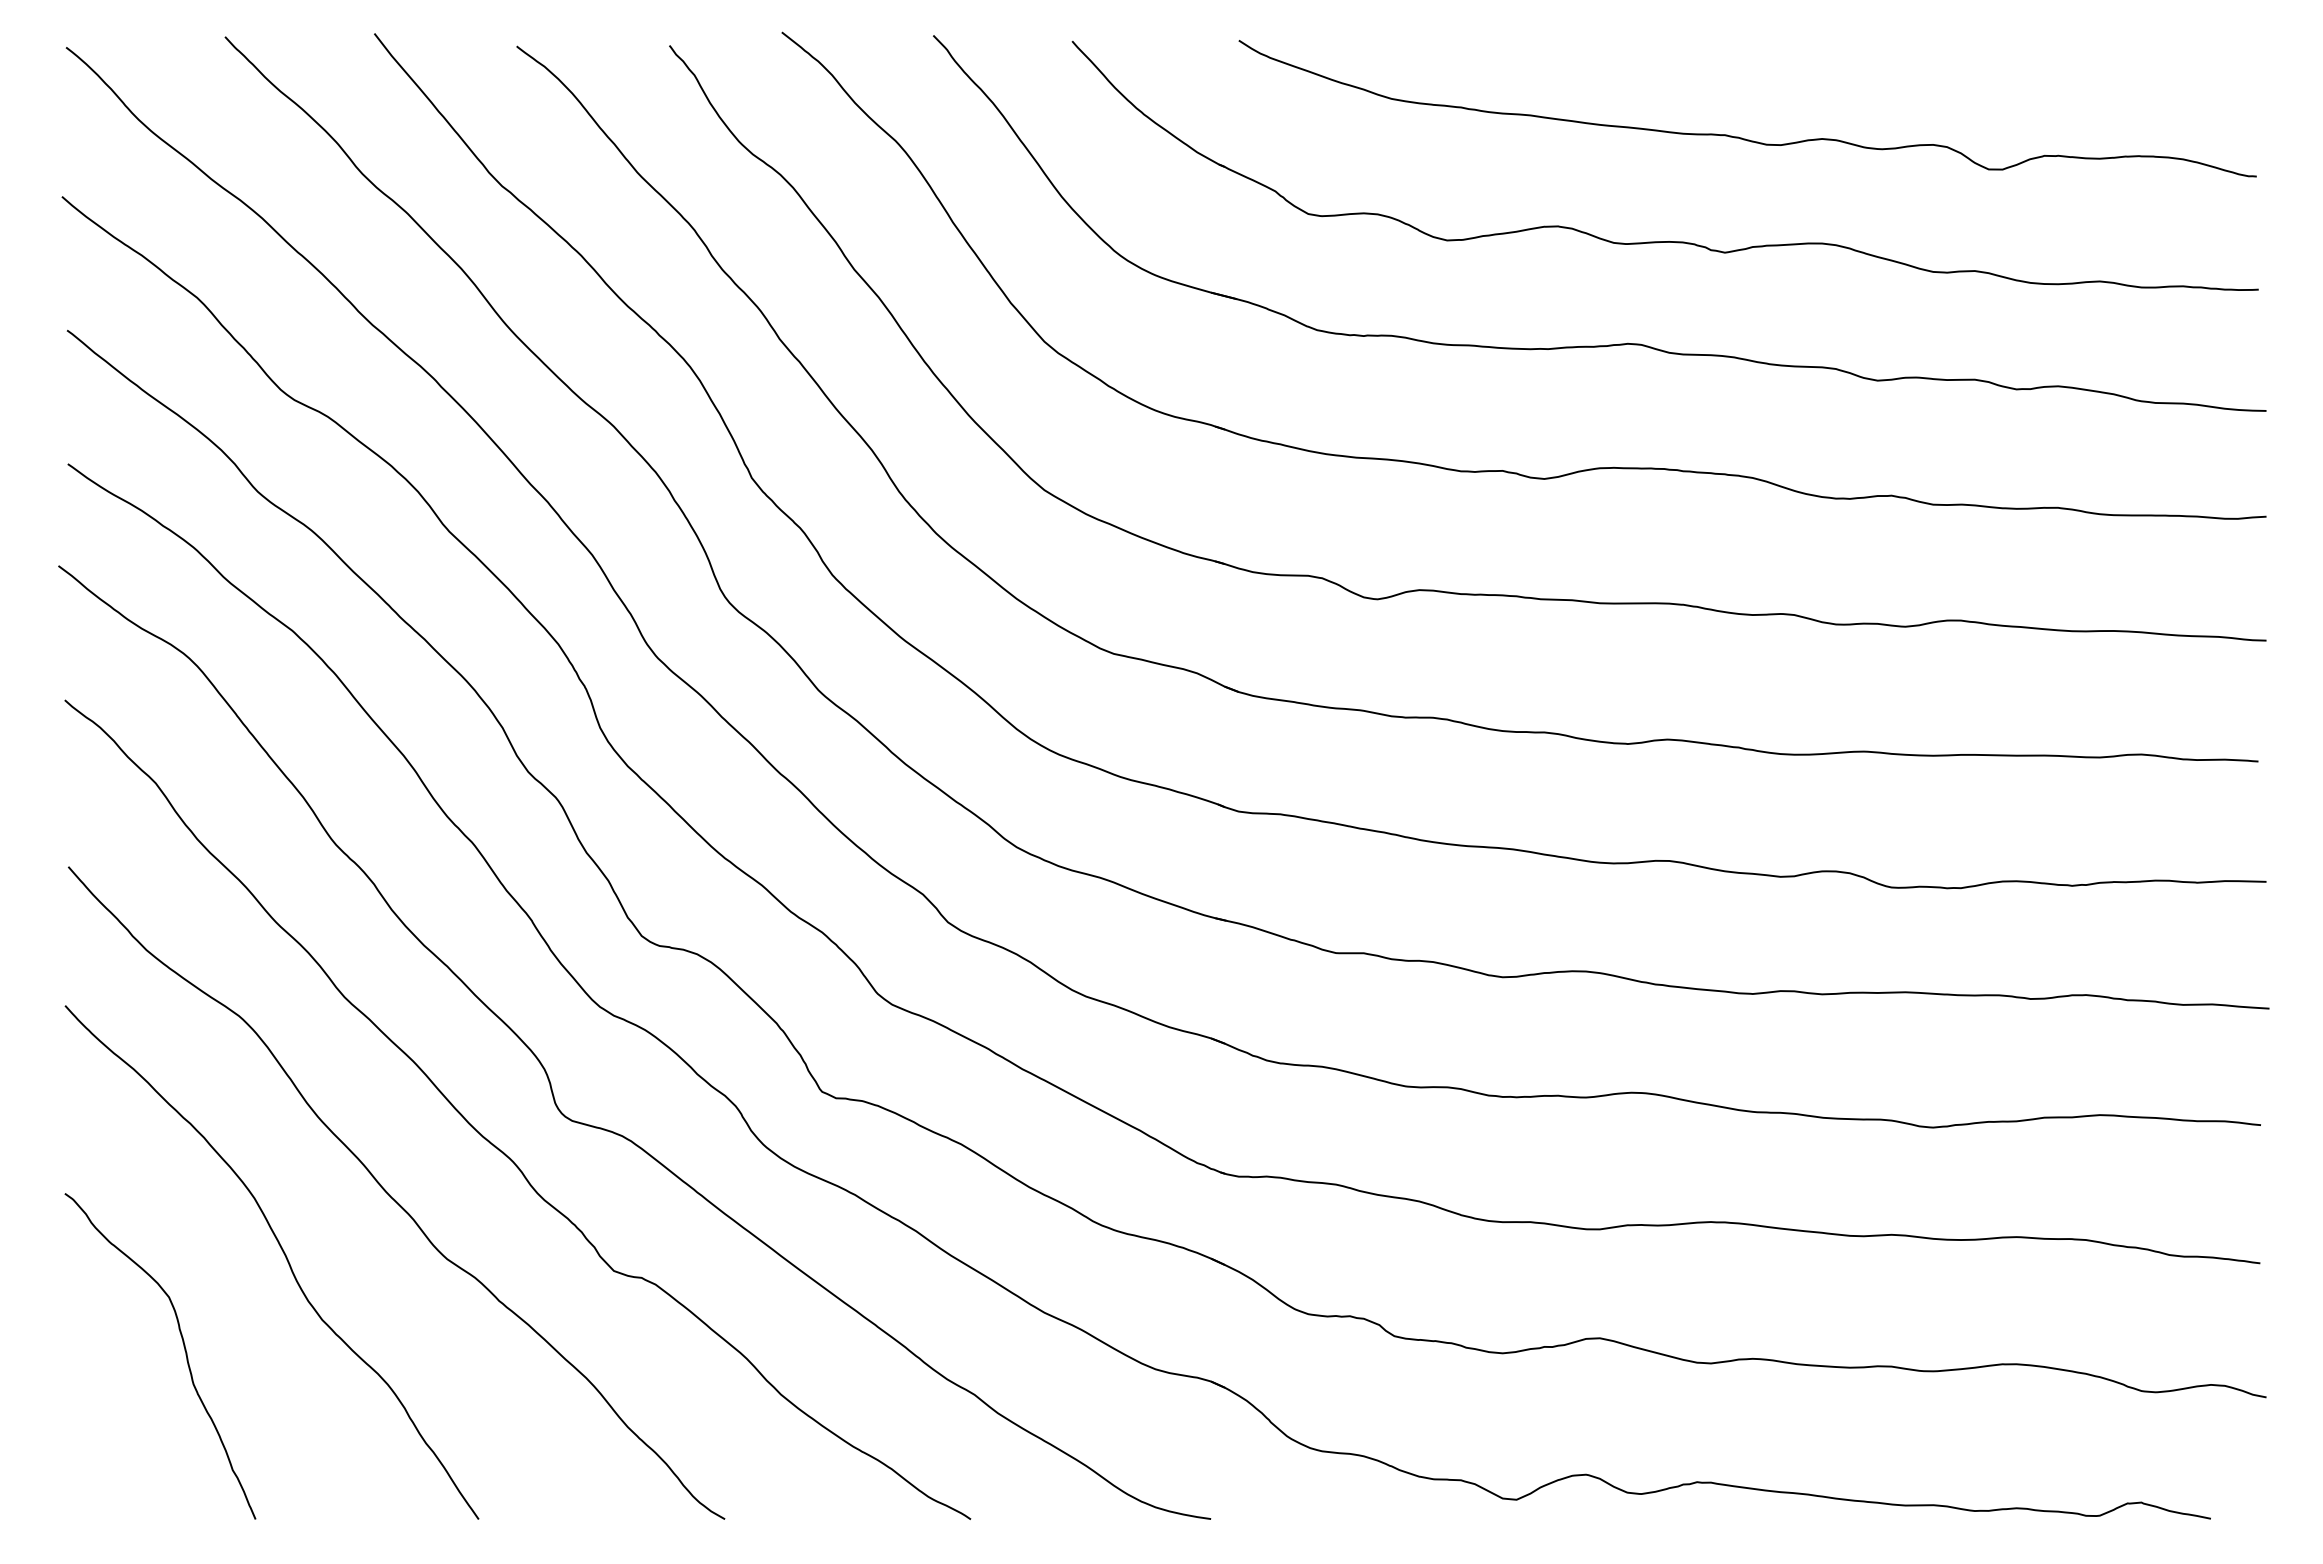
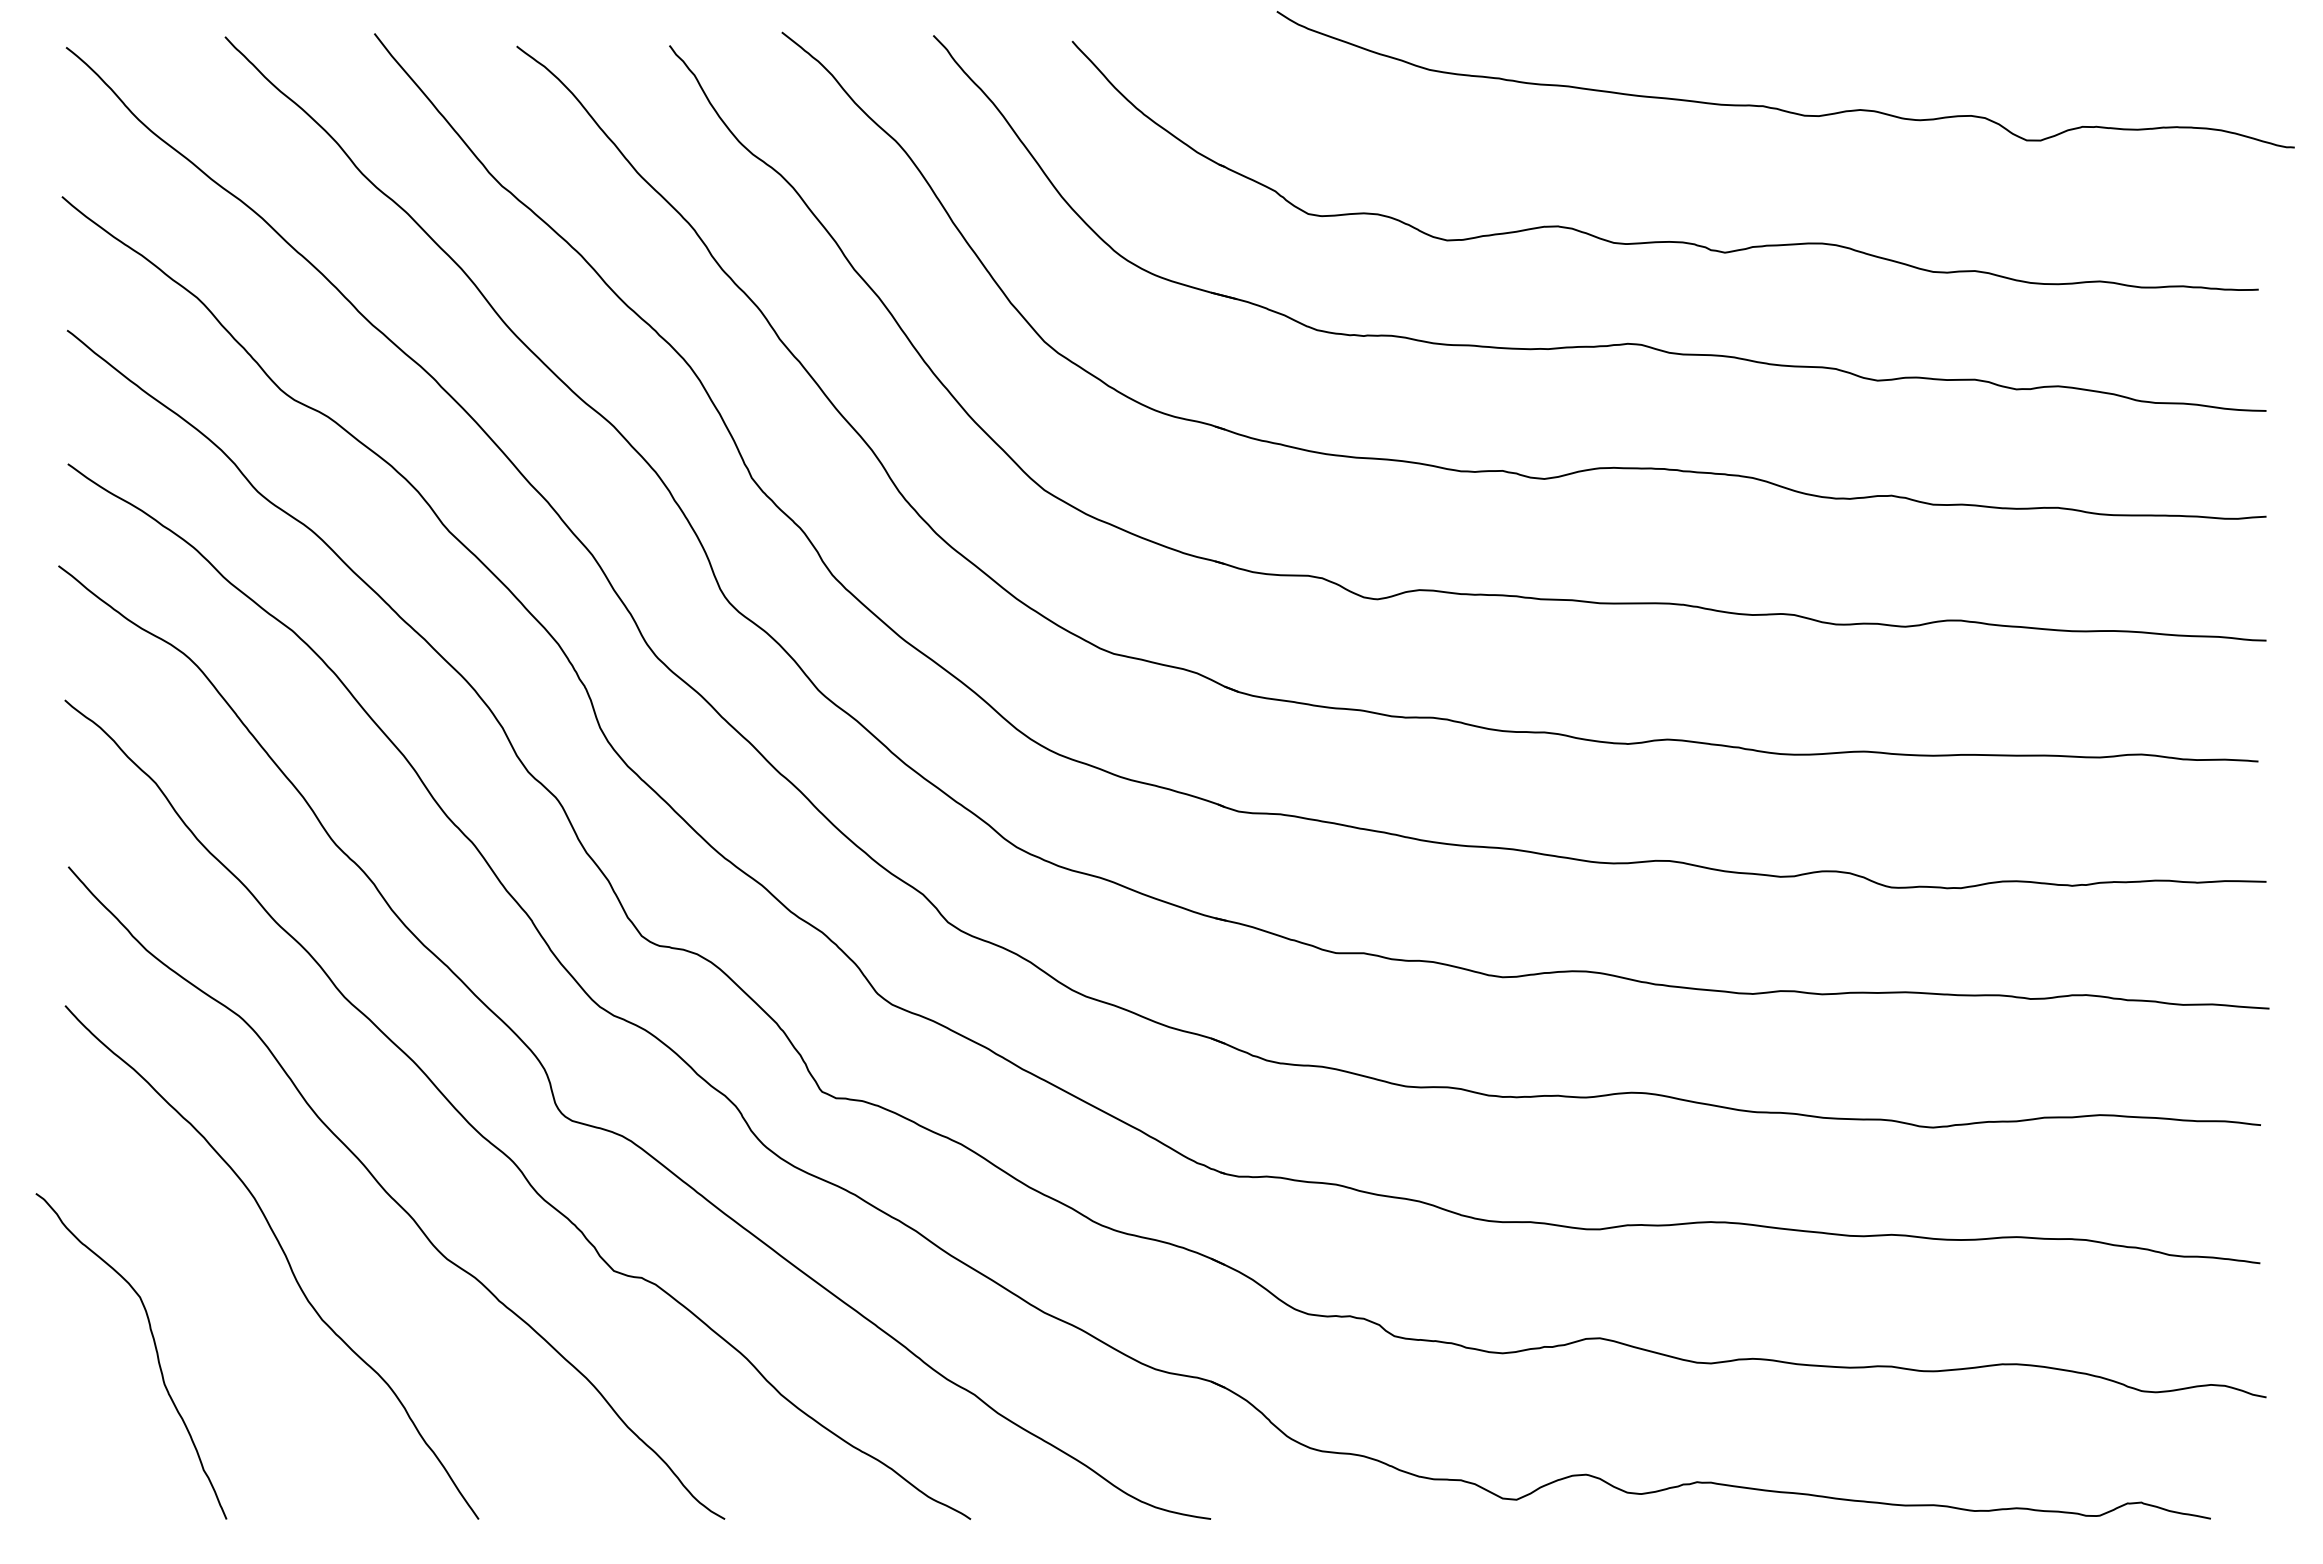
curve at (1738, 136) position: (1738, 136) -> (1776, 107)
curve at (184, 1350) position: (184, 1350) -> (155, 1350)
